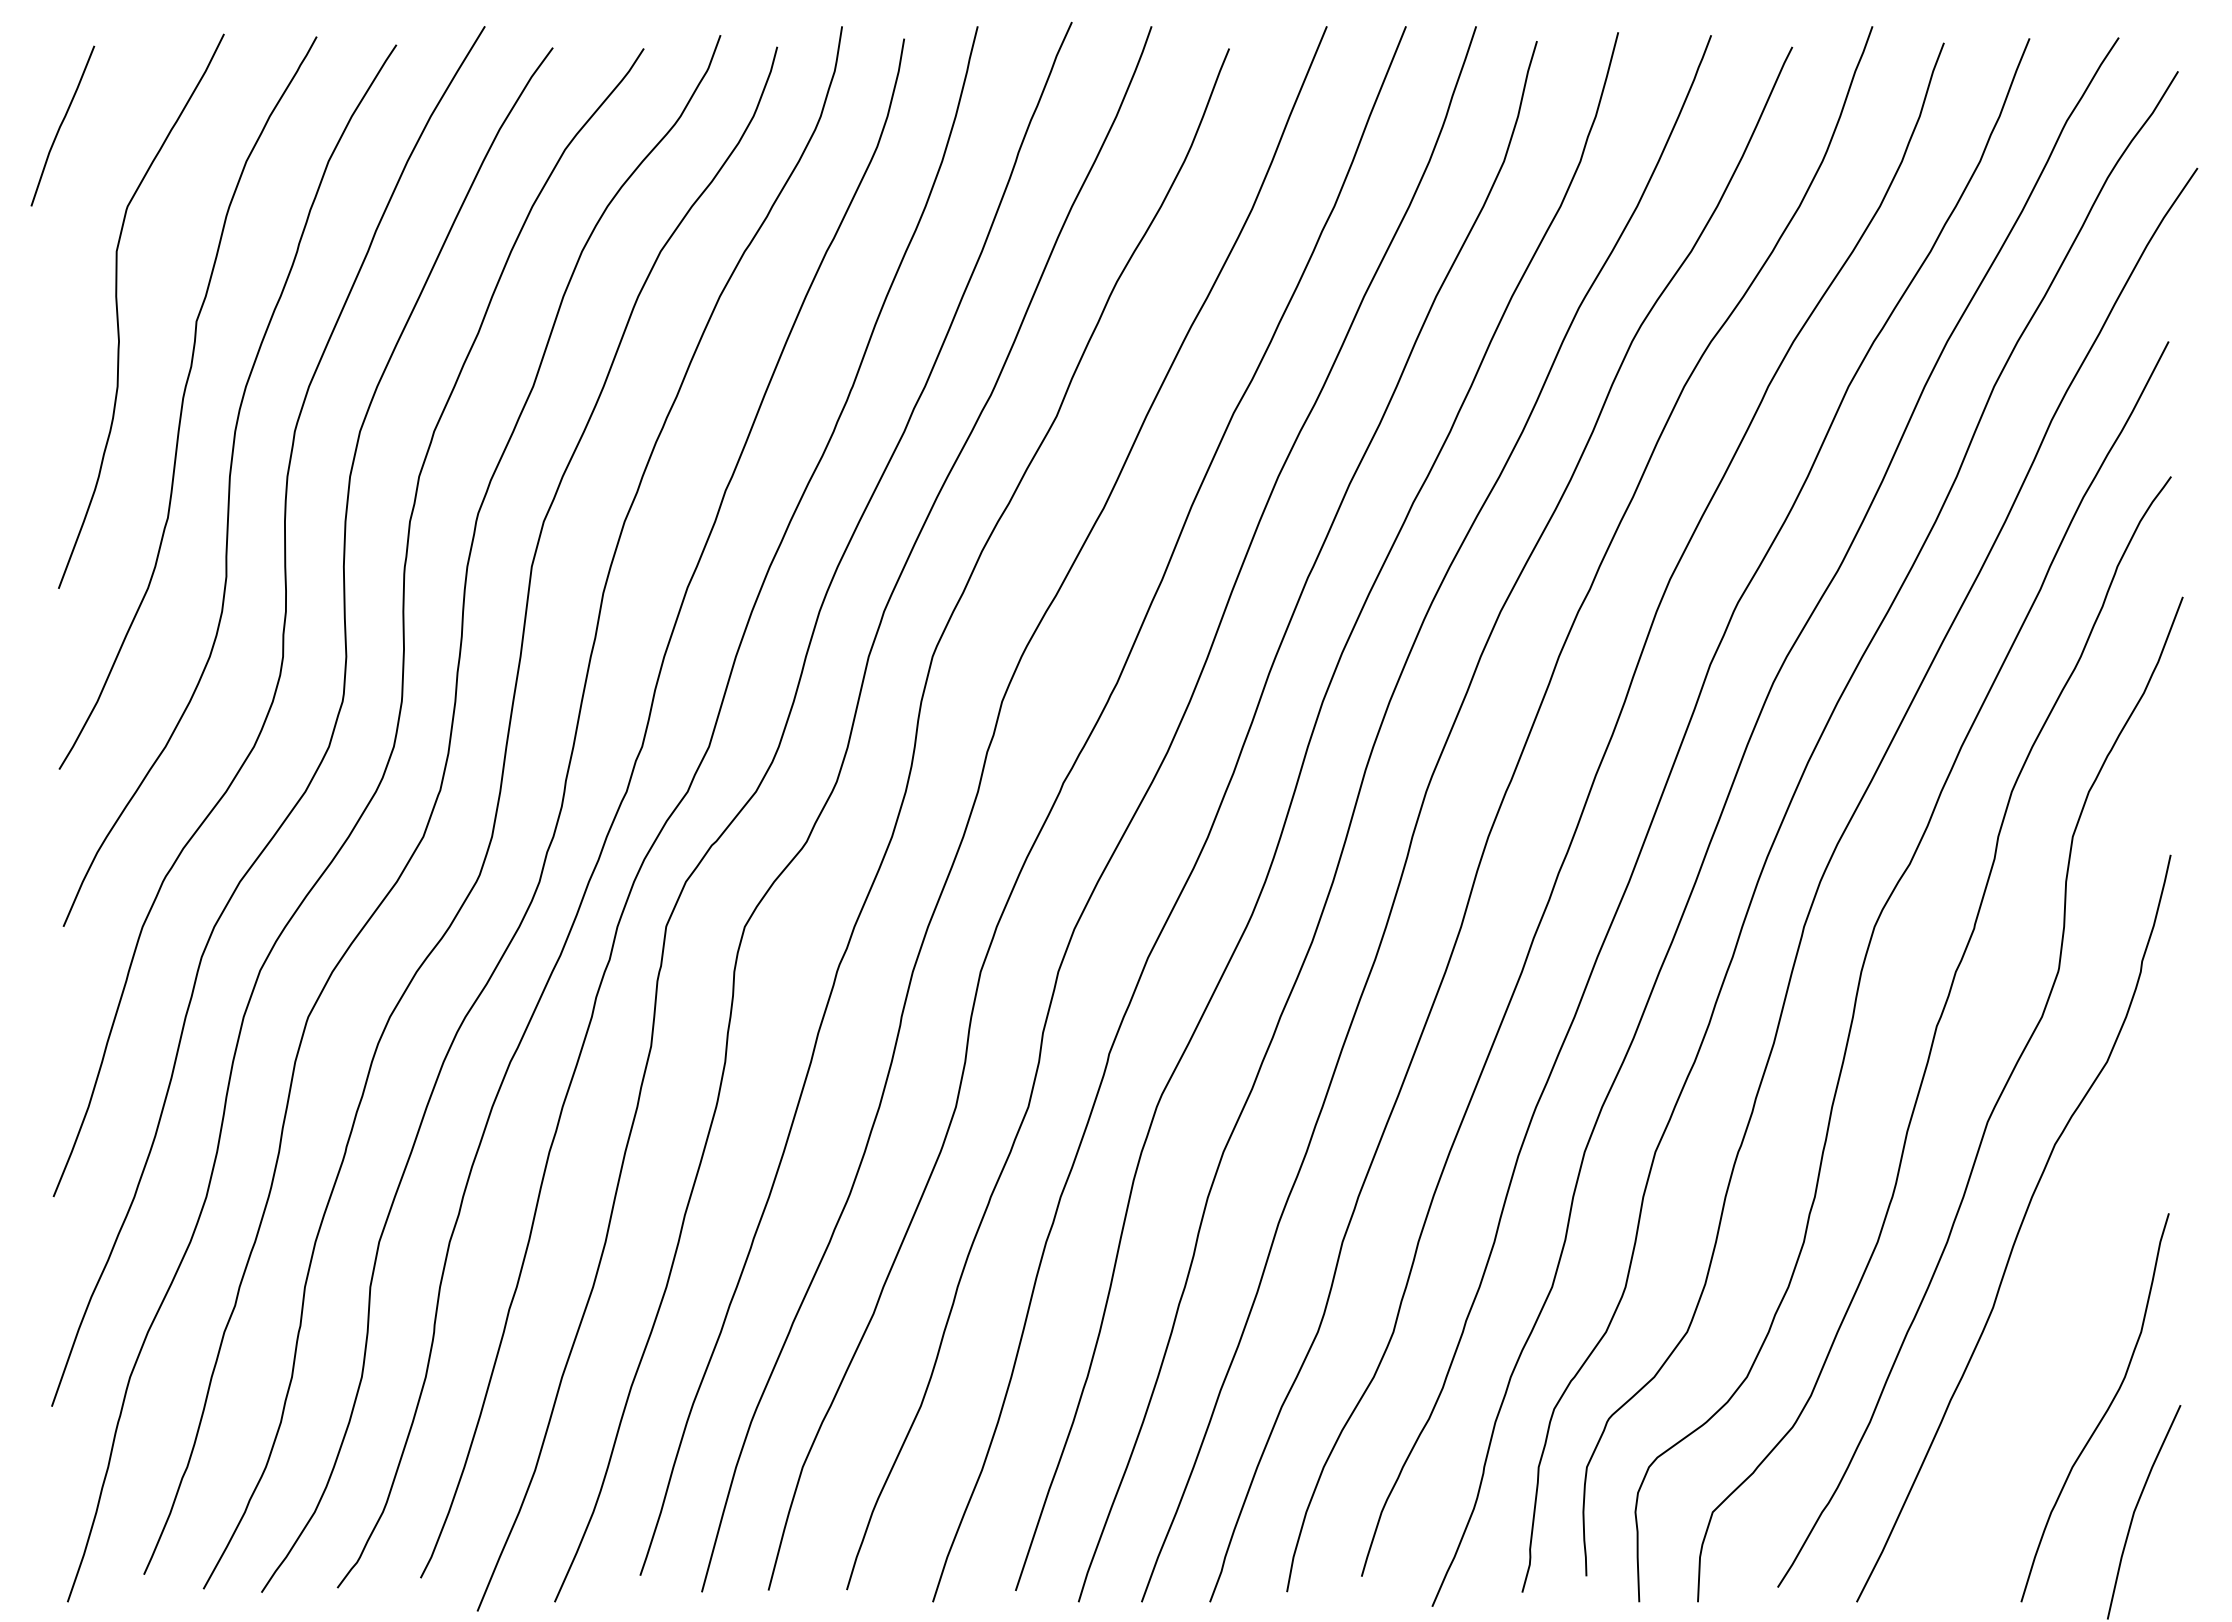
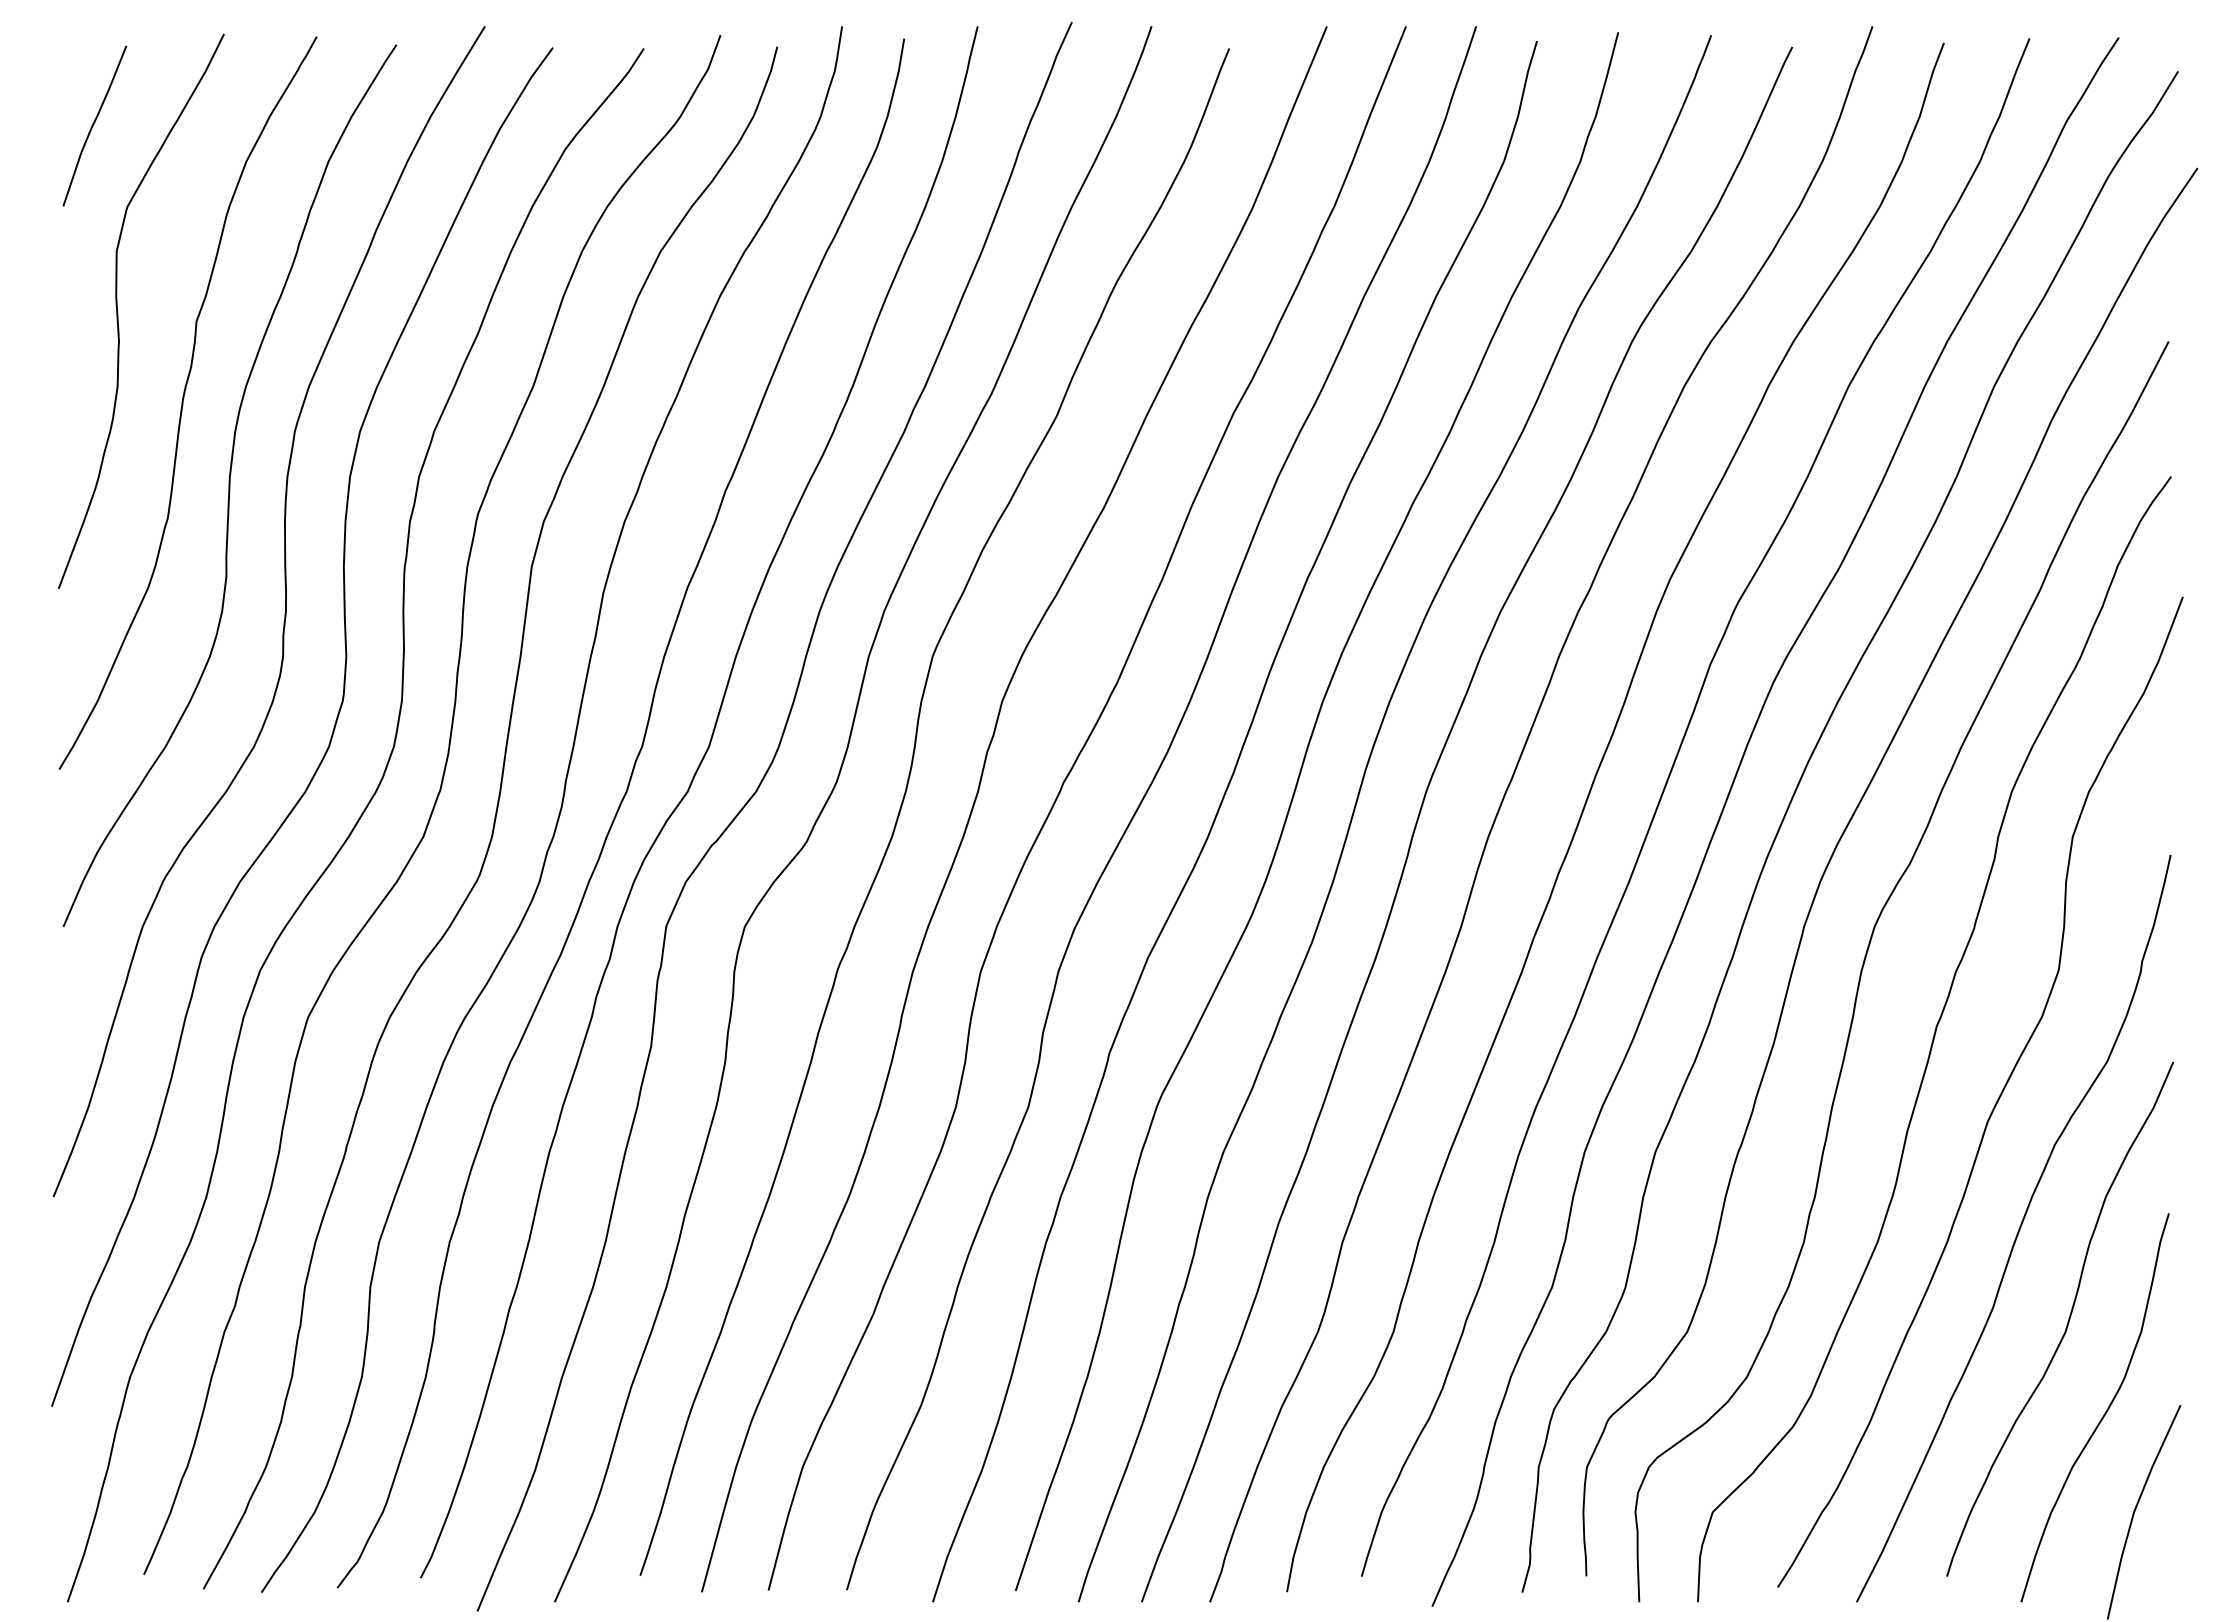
curve at (62, 124) position: (62, 124) -> (94, 124)
curve at (2067, 1321): none -> present
